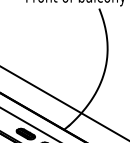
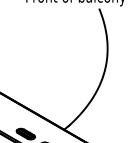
line at (64, 103): present -> none
line at (28, 123): present -> none
